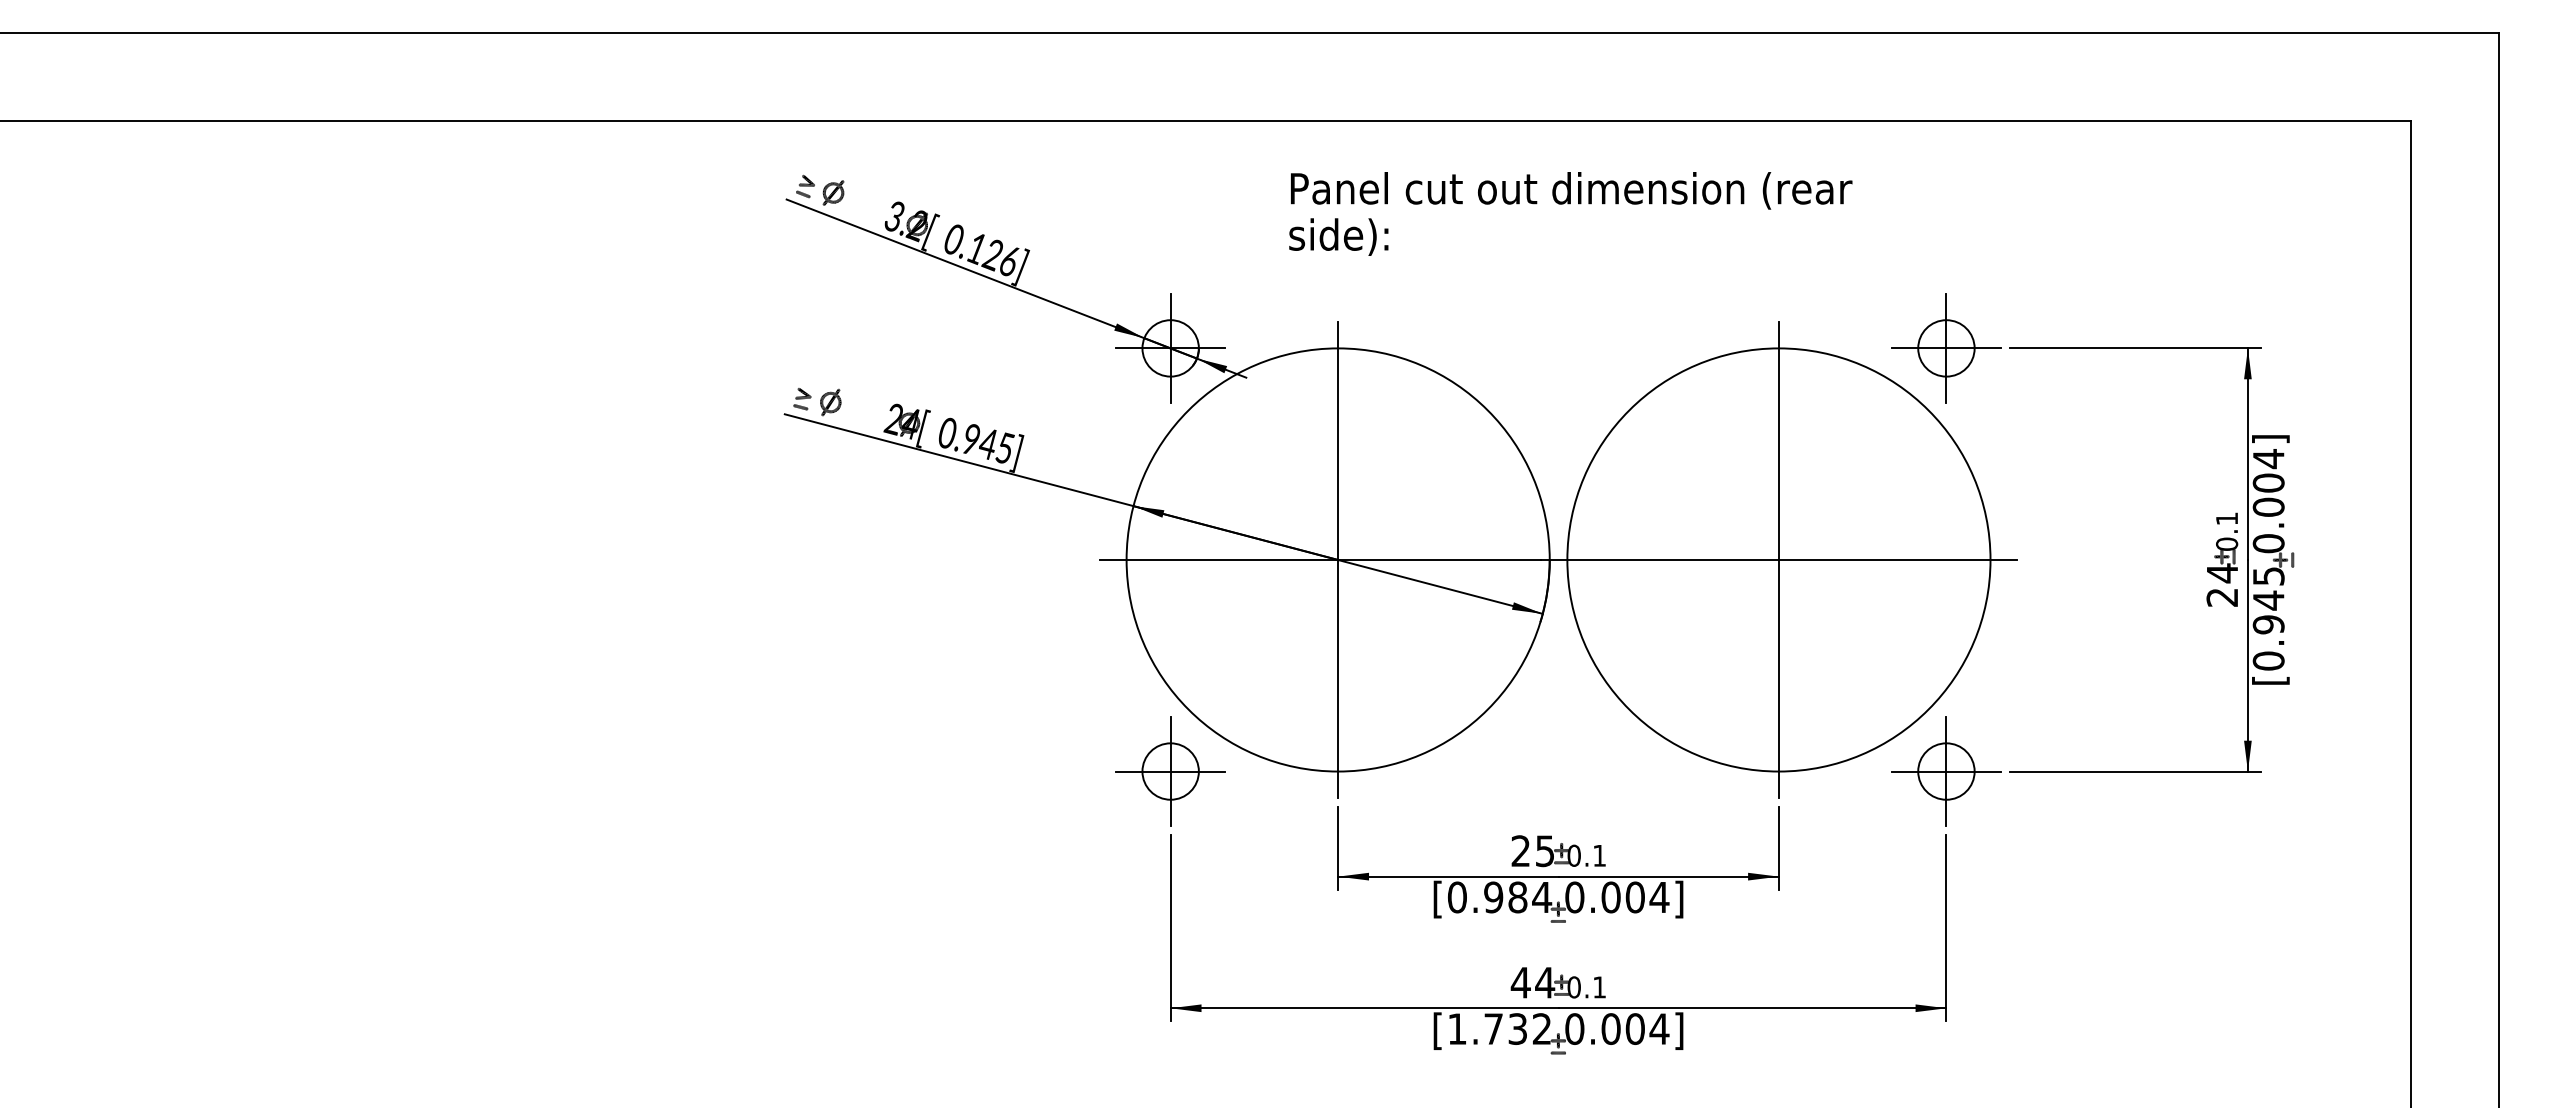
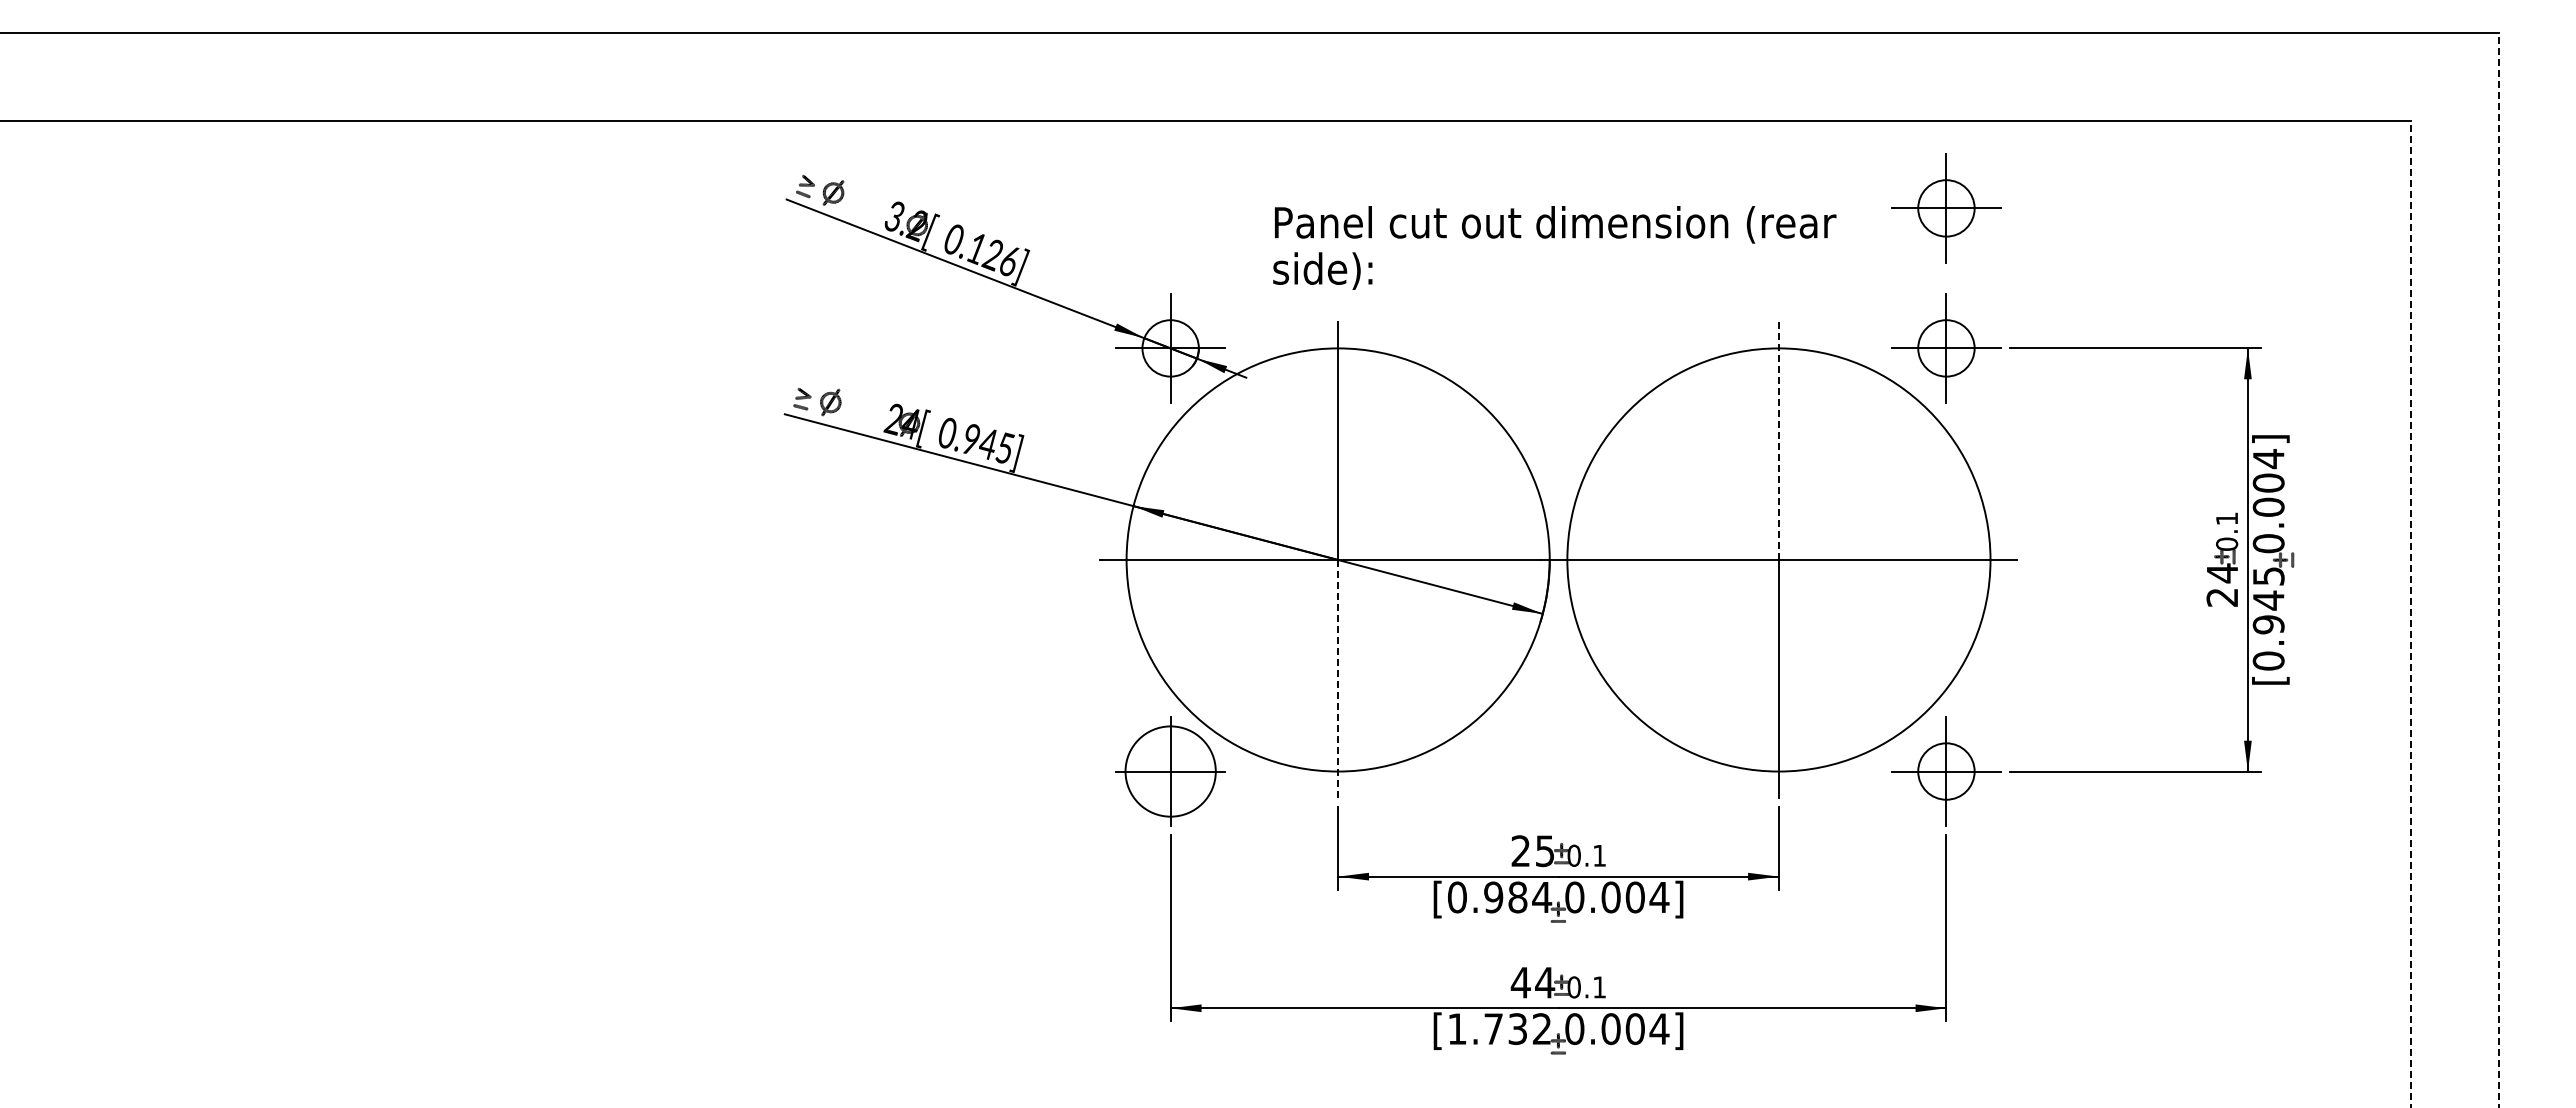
part at (1946, 208): none -> present
text at (1570, 213) position: (1570, 213) -> (1554, 247)
line at (1778, 440): solid -> dashed
line at (2498, 570): solid -> dashed
line at (2410, 614): solid -> dashed
line at (1338, 679): solid -> dashed
circle at (1170, 771) diameter: 56 px -> 90 px
